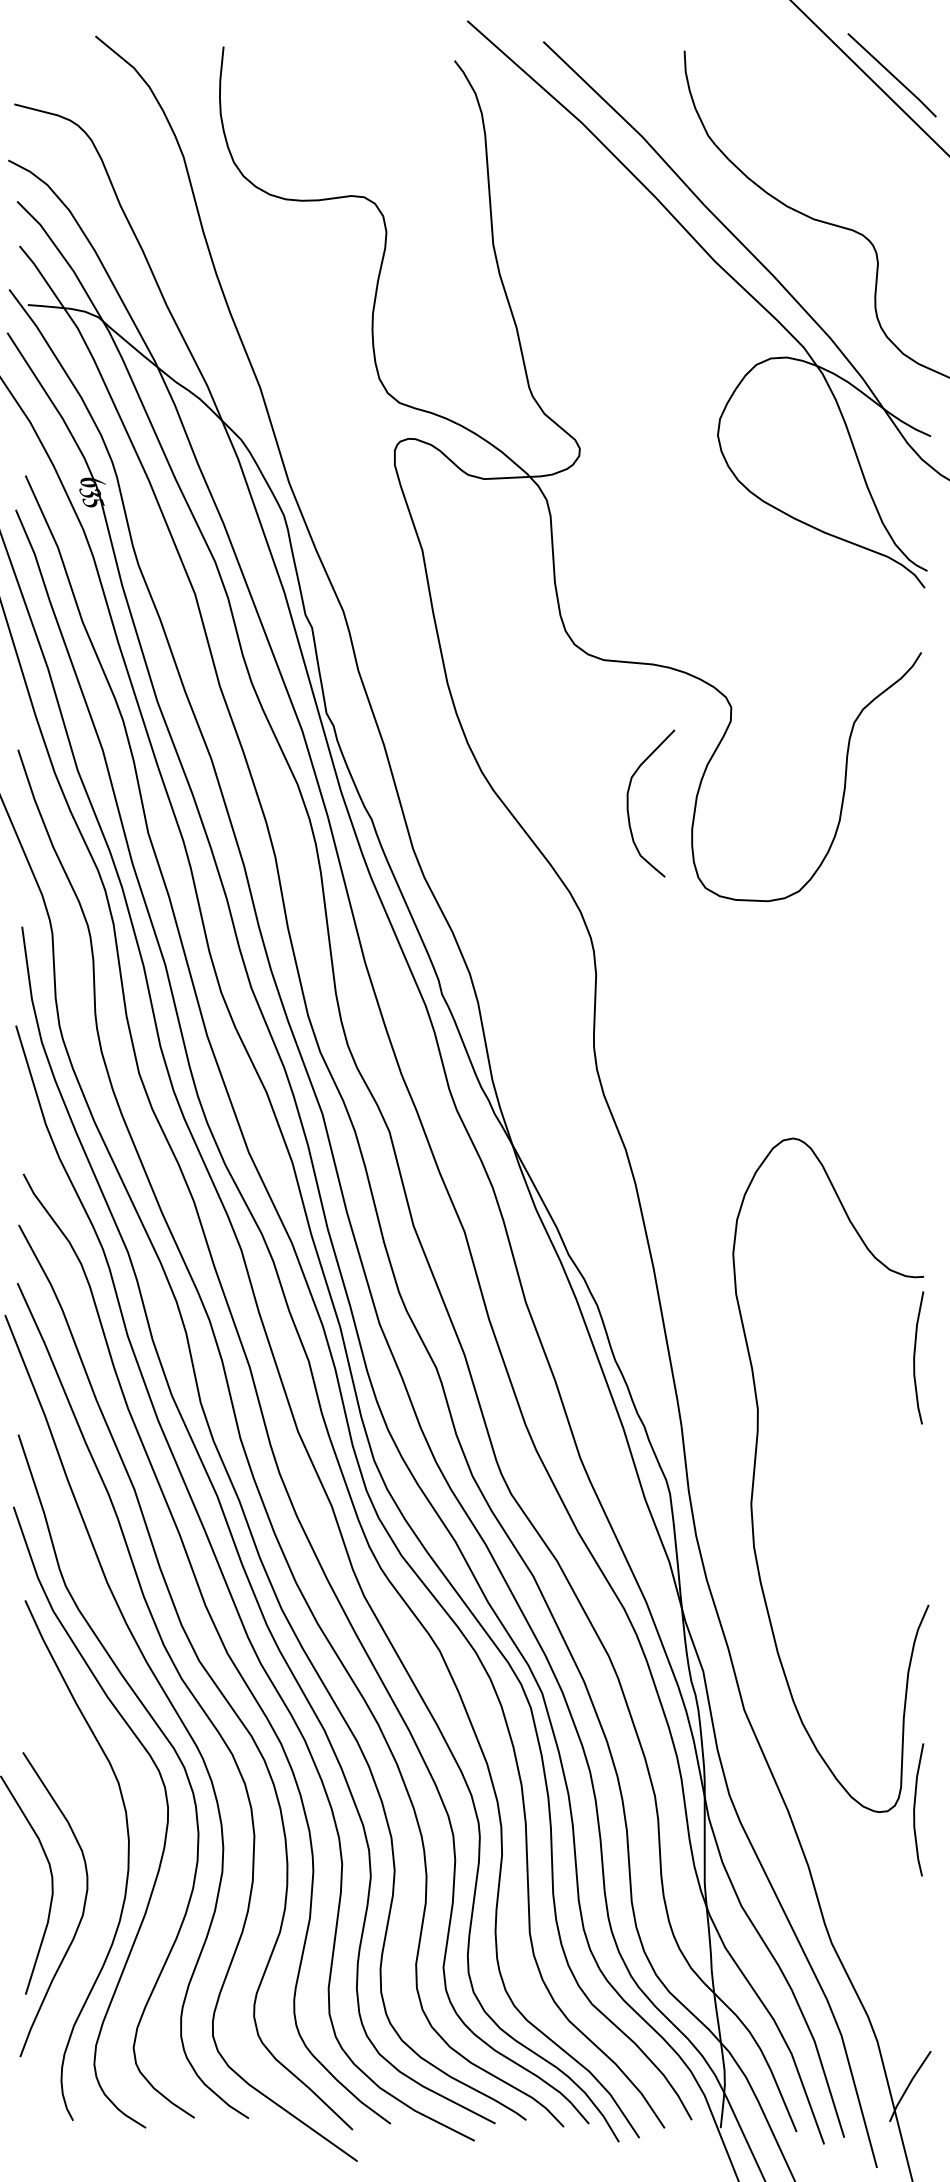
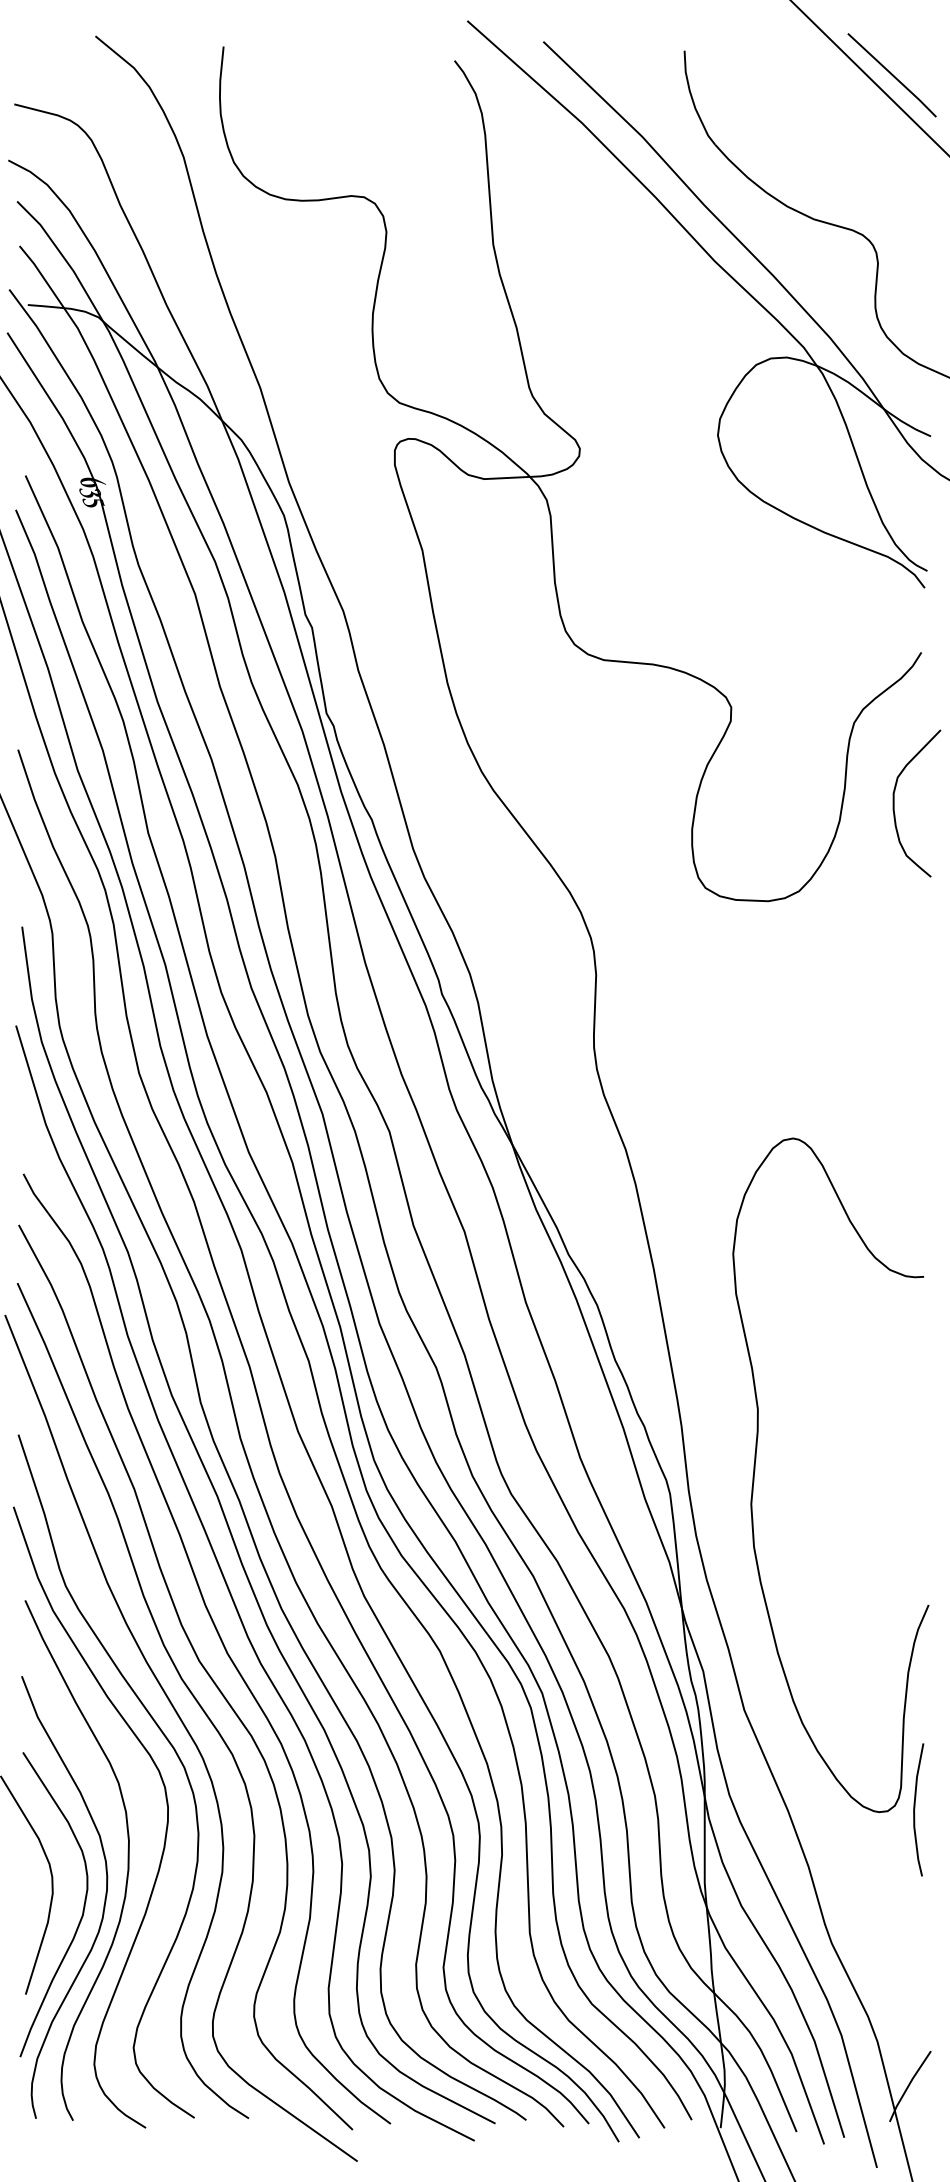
curve at (628, 803) position: (628, 803) -> (894, 803)
curve at (915, 1356): present -> none
curve at (103, 1905): none -> present
